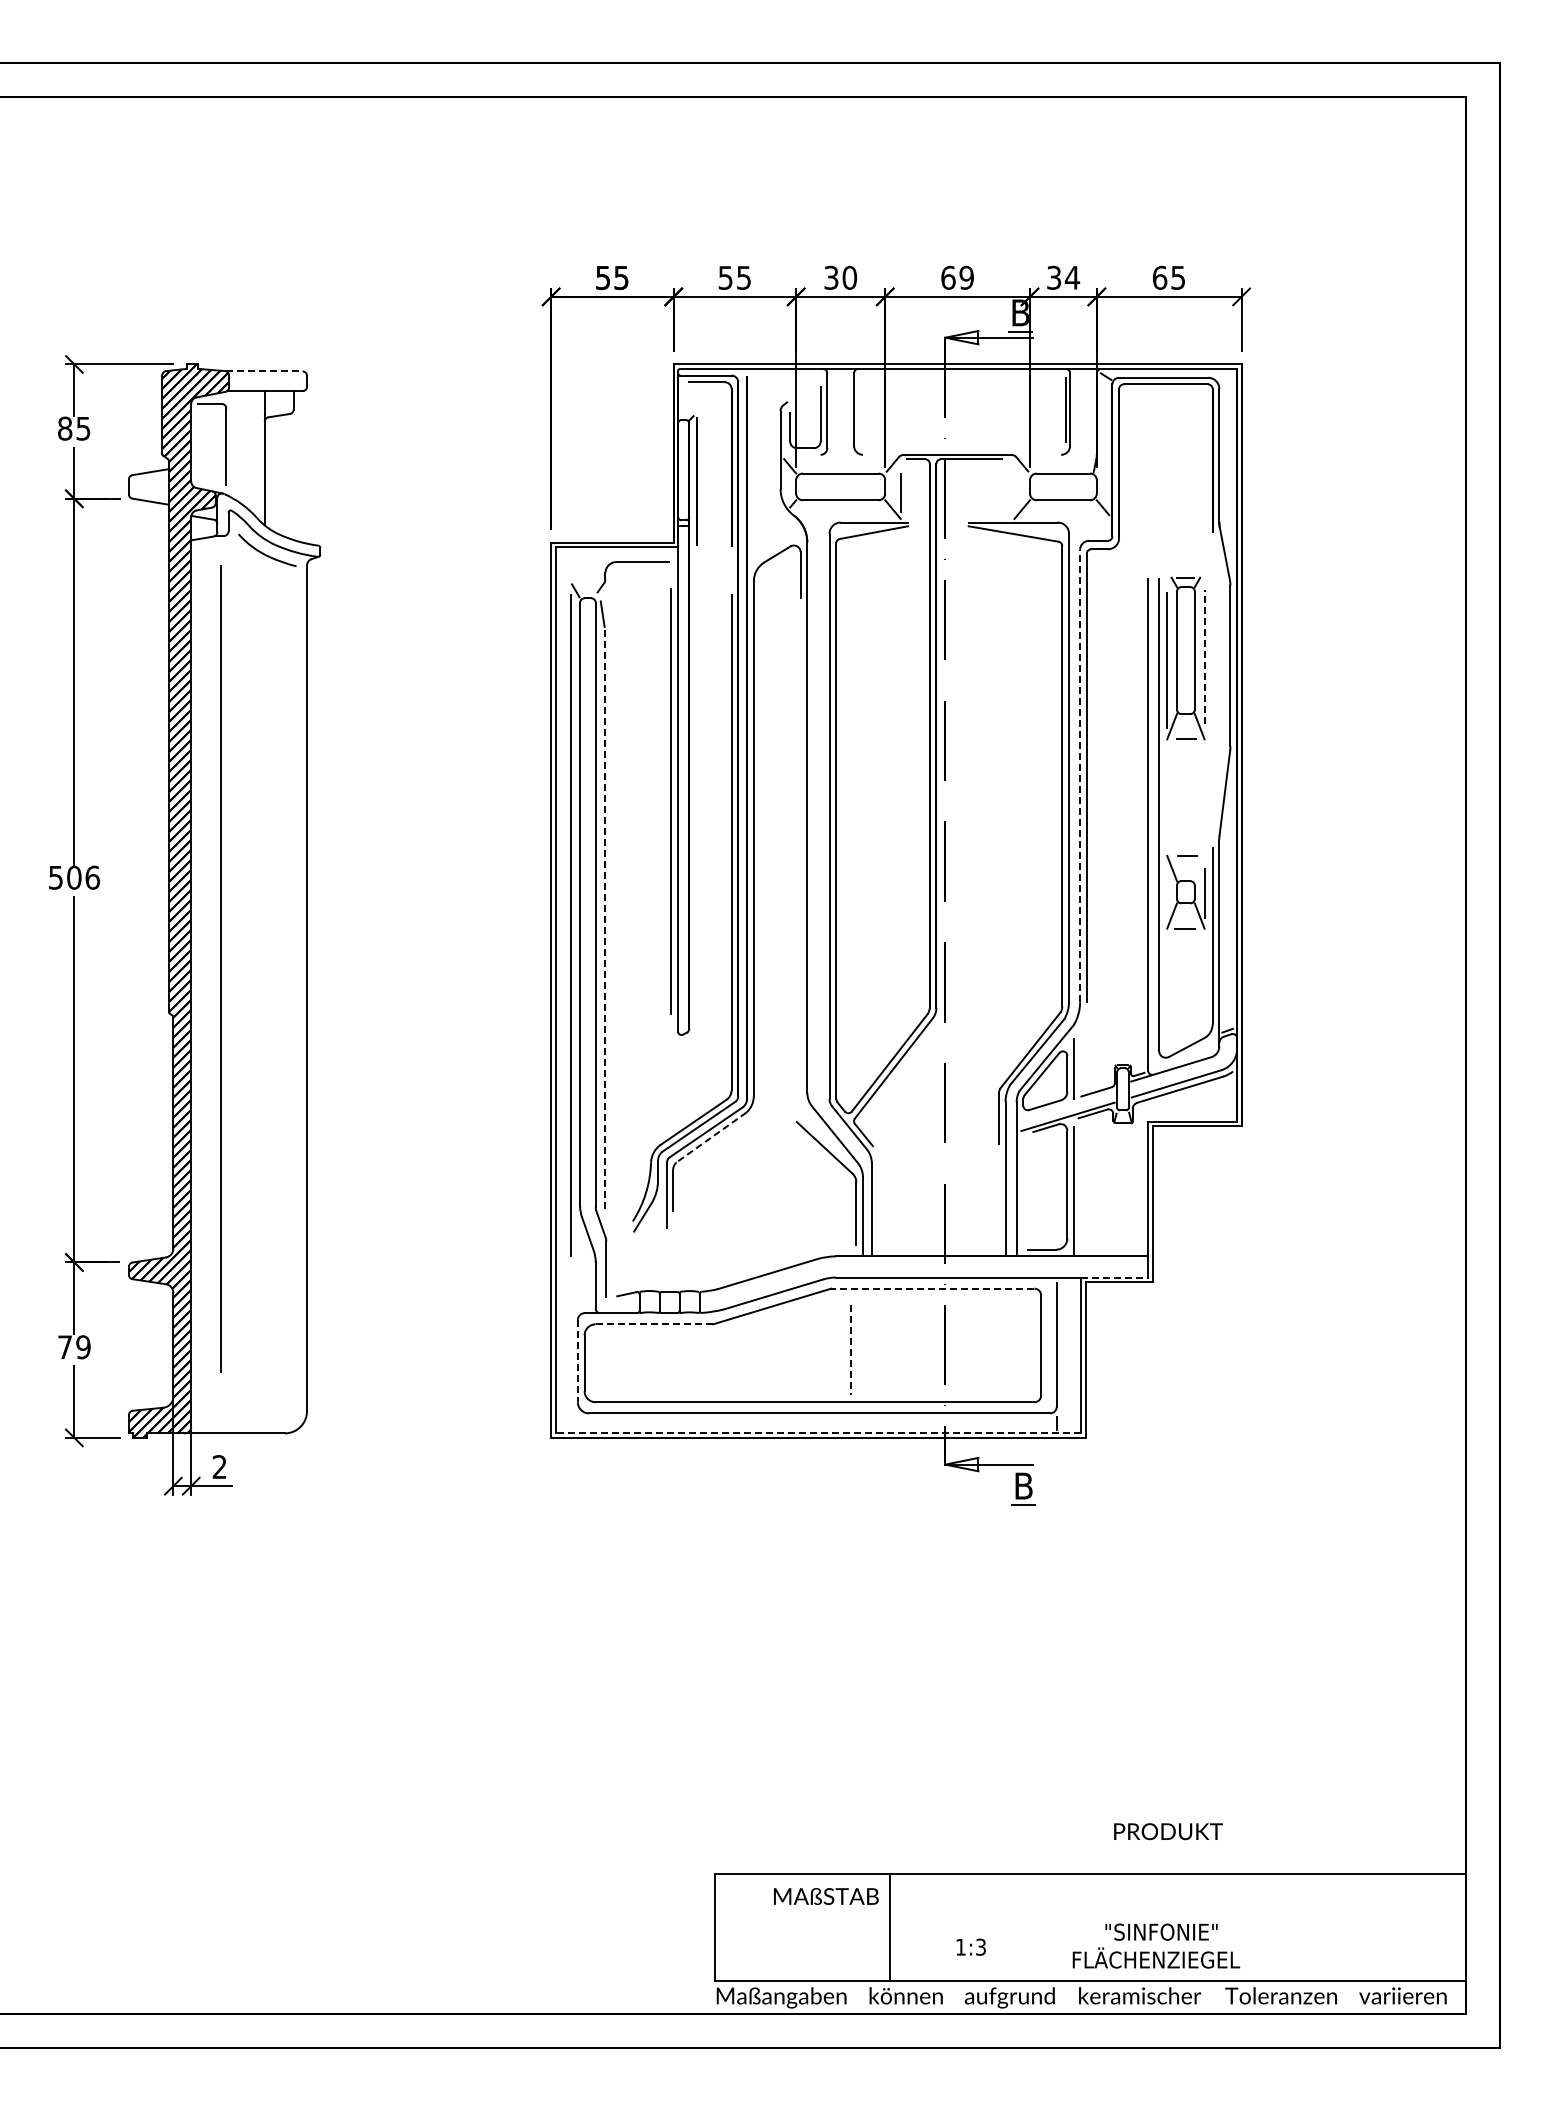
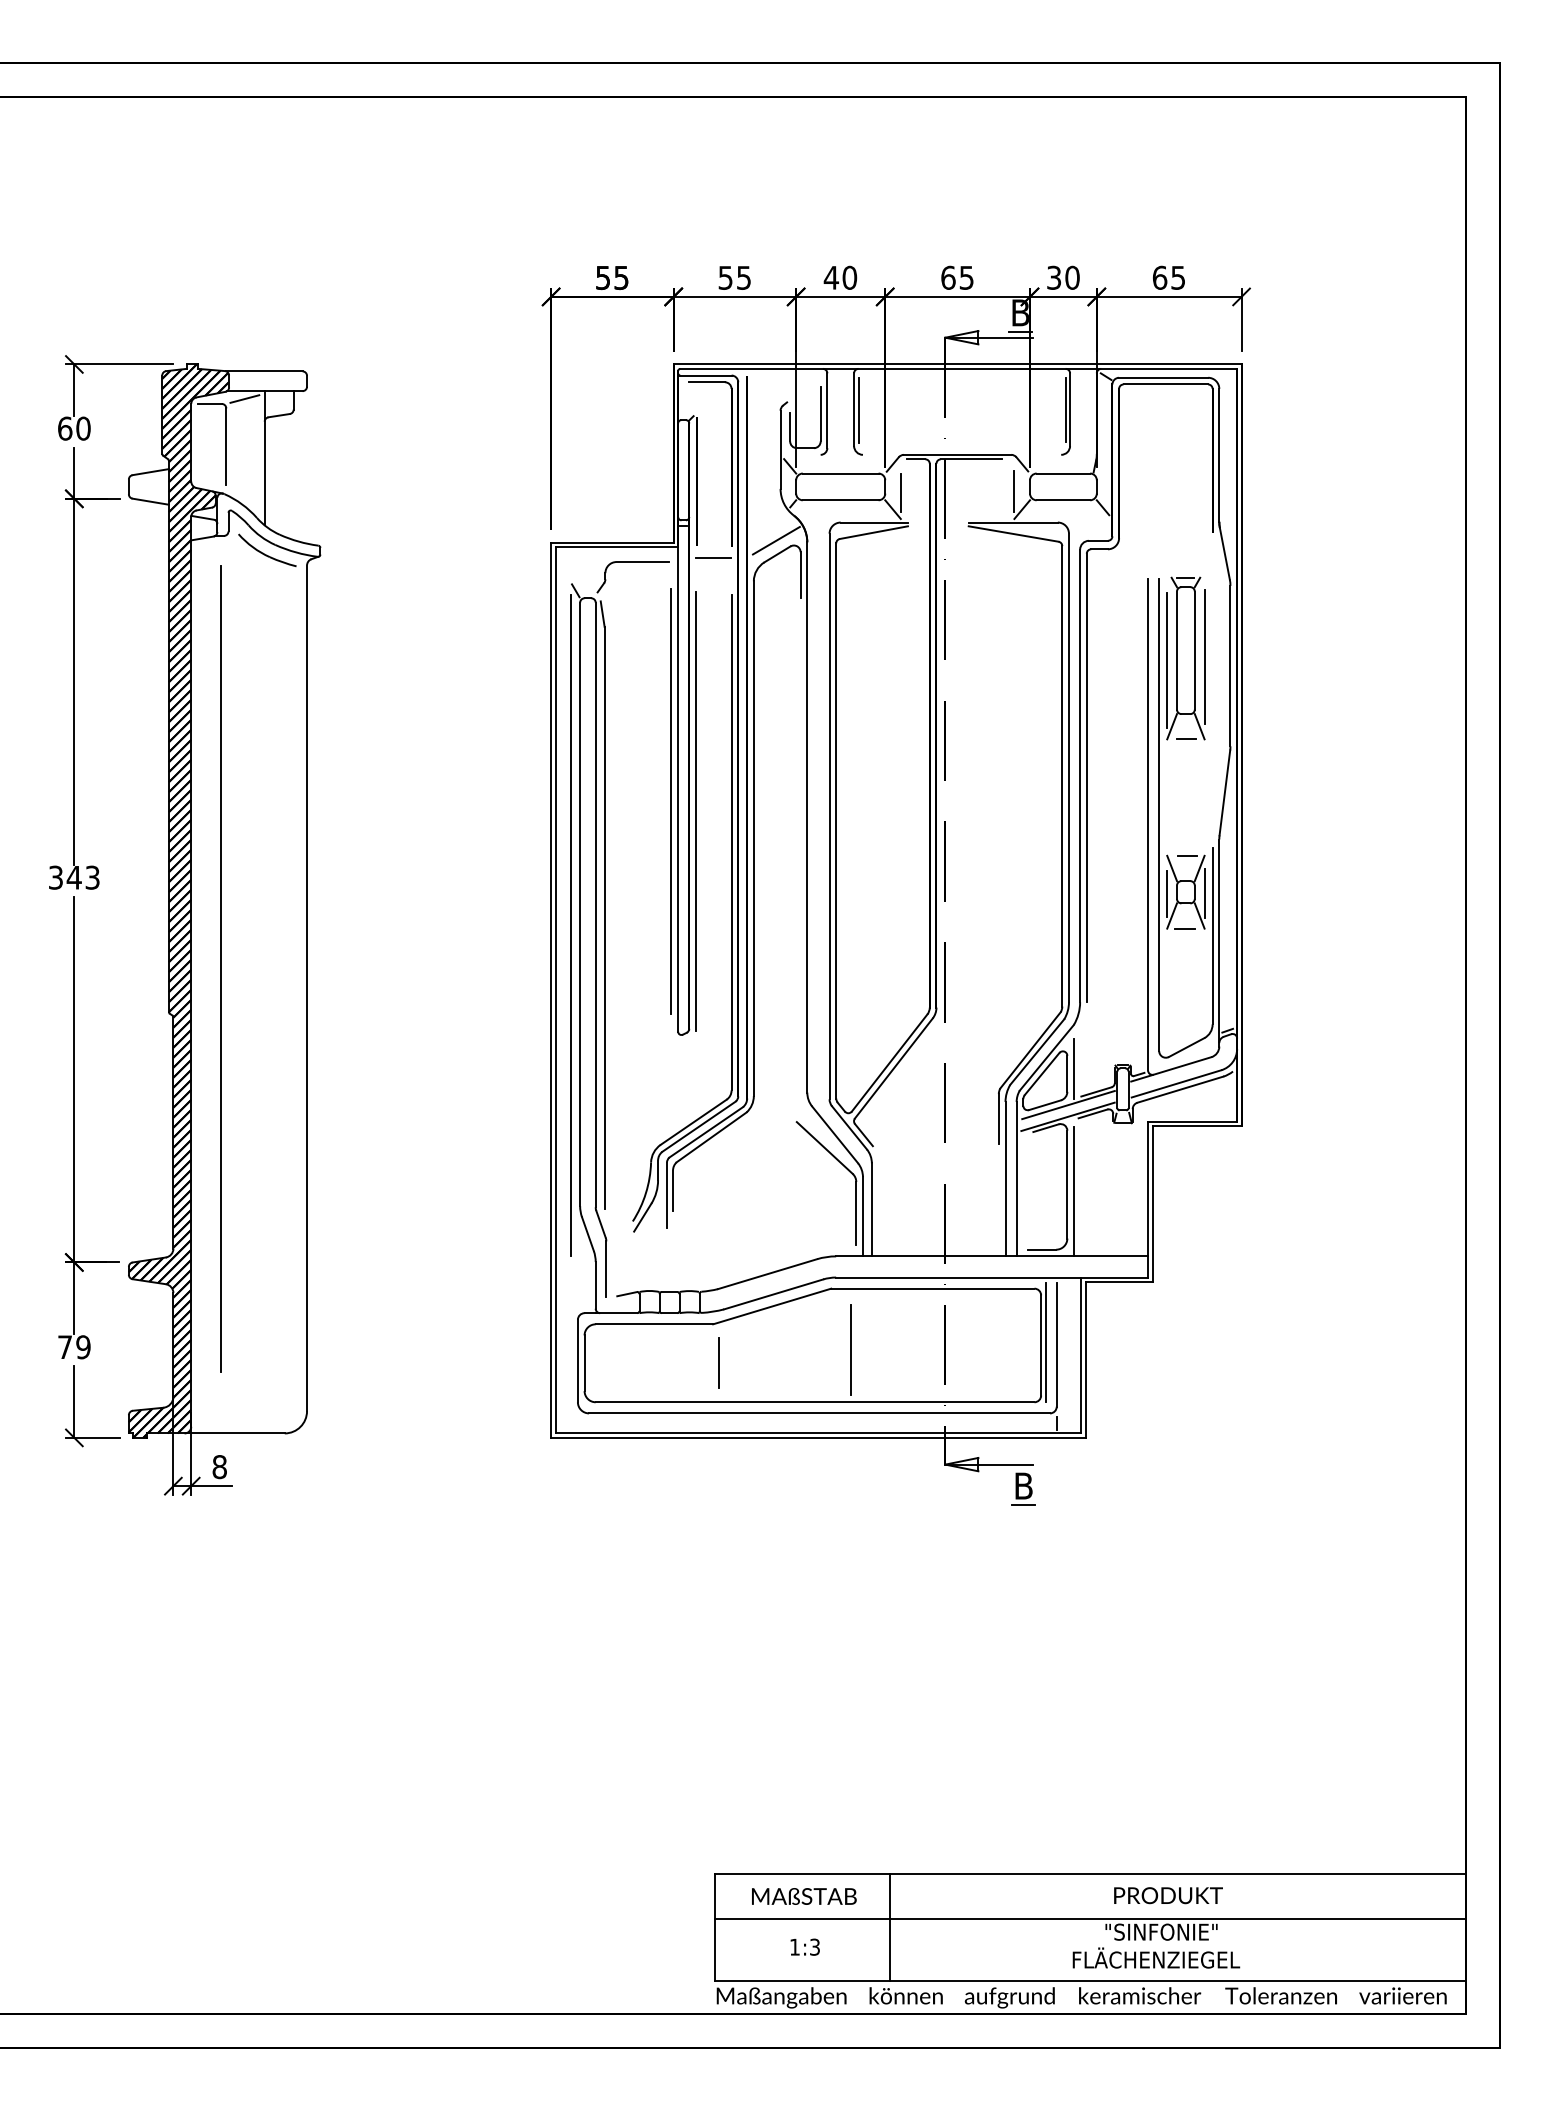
text at (831, 277): 30 -> 40
text at (966, 277): 69 -> 65
text at (1072, 277): 34 -> 30
line at (264, 371): dashed -> solid
line at (244, 398): none -> present
line at (858, 410): none -> present
text at (74, 428): 85 -> 60
line at (1014, 490): none -> present
line at (775, 540): none -> present
line at (713, 558): none -> present
line at (1204, 656): dashed -> solid
line at (1080, 775): dashed -> solid
line at (695, 811): none -> present
line at (1199, 868): none -> present
text at (74, 877): 506 -> 343
line at (1167, 893): none -> present
line at (604, 917): dashed -> solid
line at (1068, 1104): none -> present
line at (711, 1137): dashed -> solid
line at (1115, 1277): dashed -> solid
line at (932, 1288): dashed -> solid
line at (654, 1324): dashed -> solid
line at (1045, 1342): none -> present
line at (851, 1350): dashed -> solid
line at (577, 1361): dashed -> solid
line at (718, 1362): none -> present
line at (818, 1433): dashed -> solid
text at (219, 1467): 2 -> 8
text at (1168, 1831) position: (1168, 1831) -> (1168, 1895)
text at (826, 1896) position: (826, 1896) -> (804, 1896)
line at (1090, 1918): none -> present
text at (970, 1946) position: (970, 1946) -> (804, 1946)
